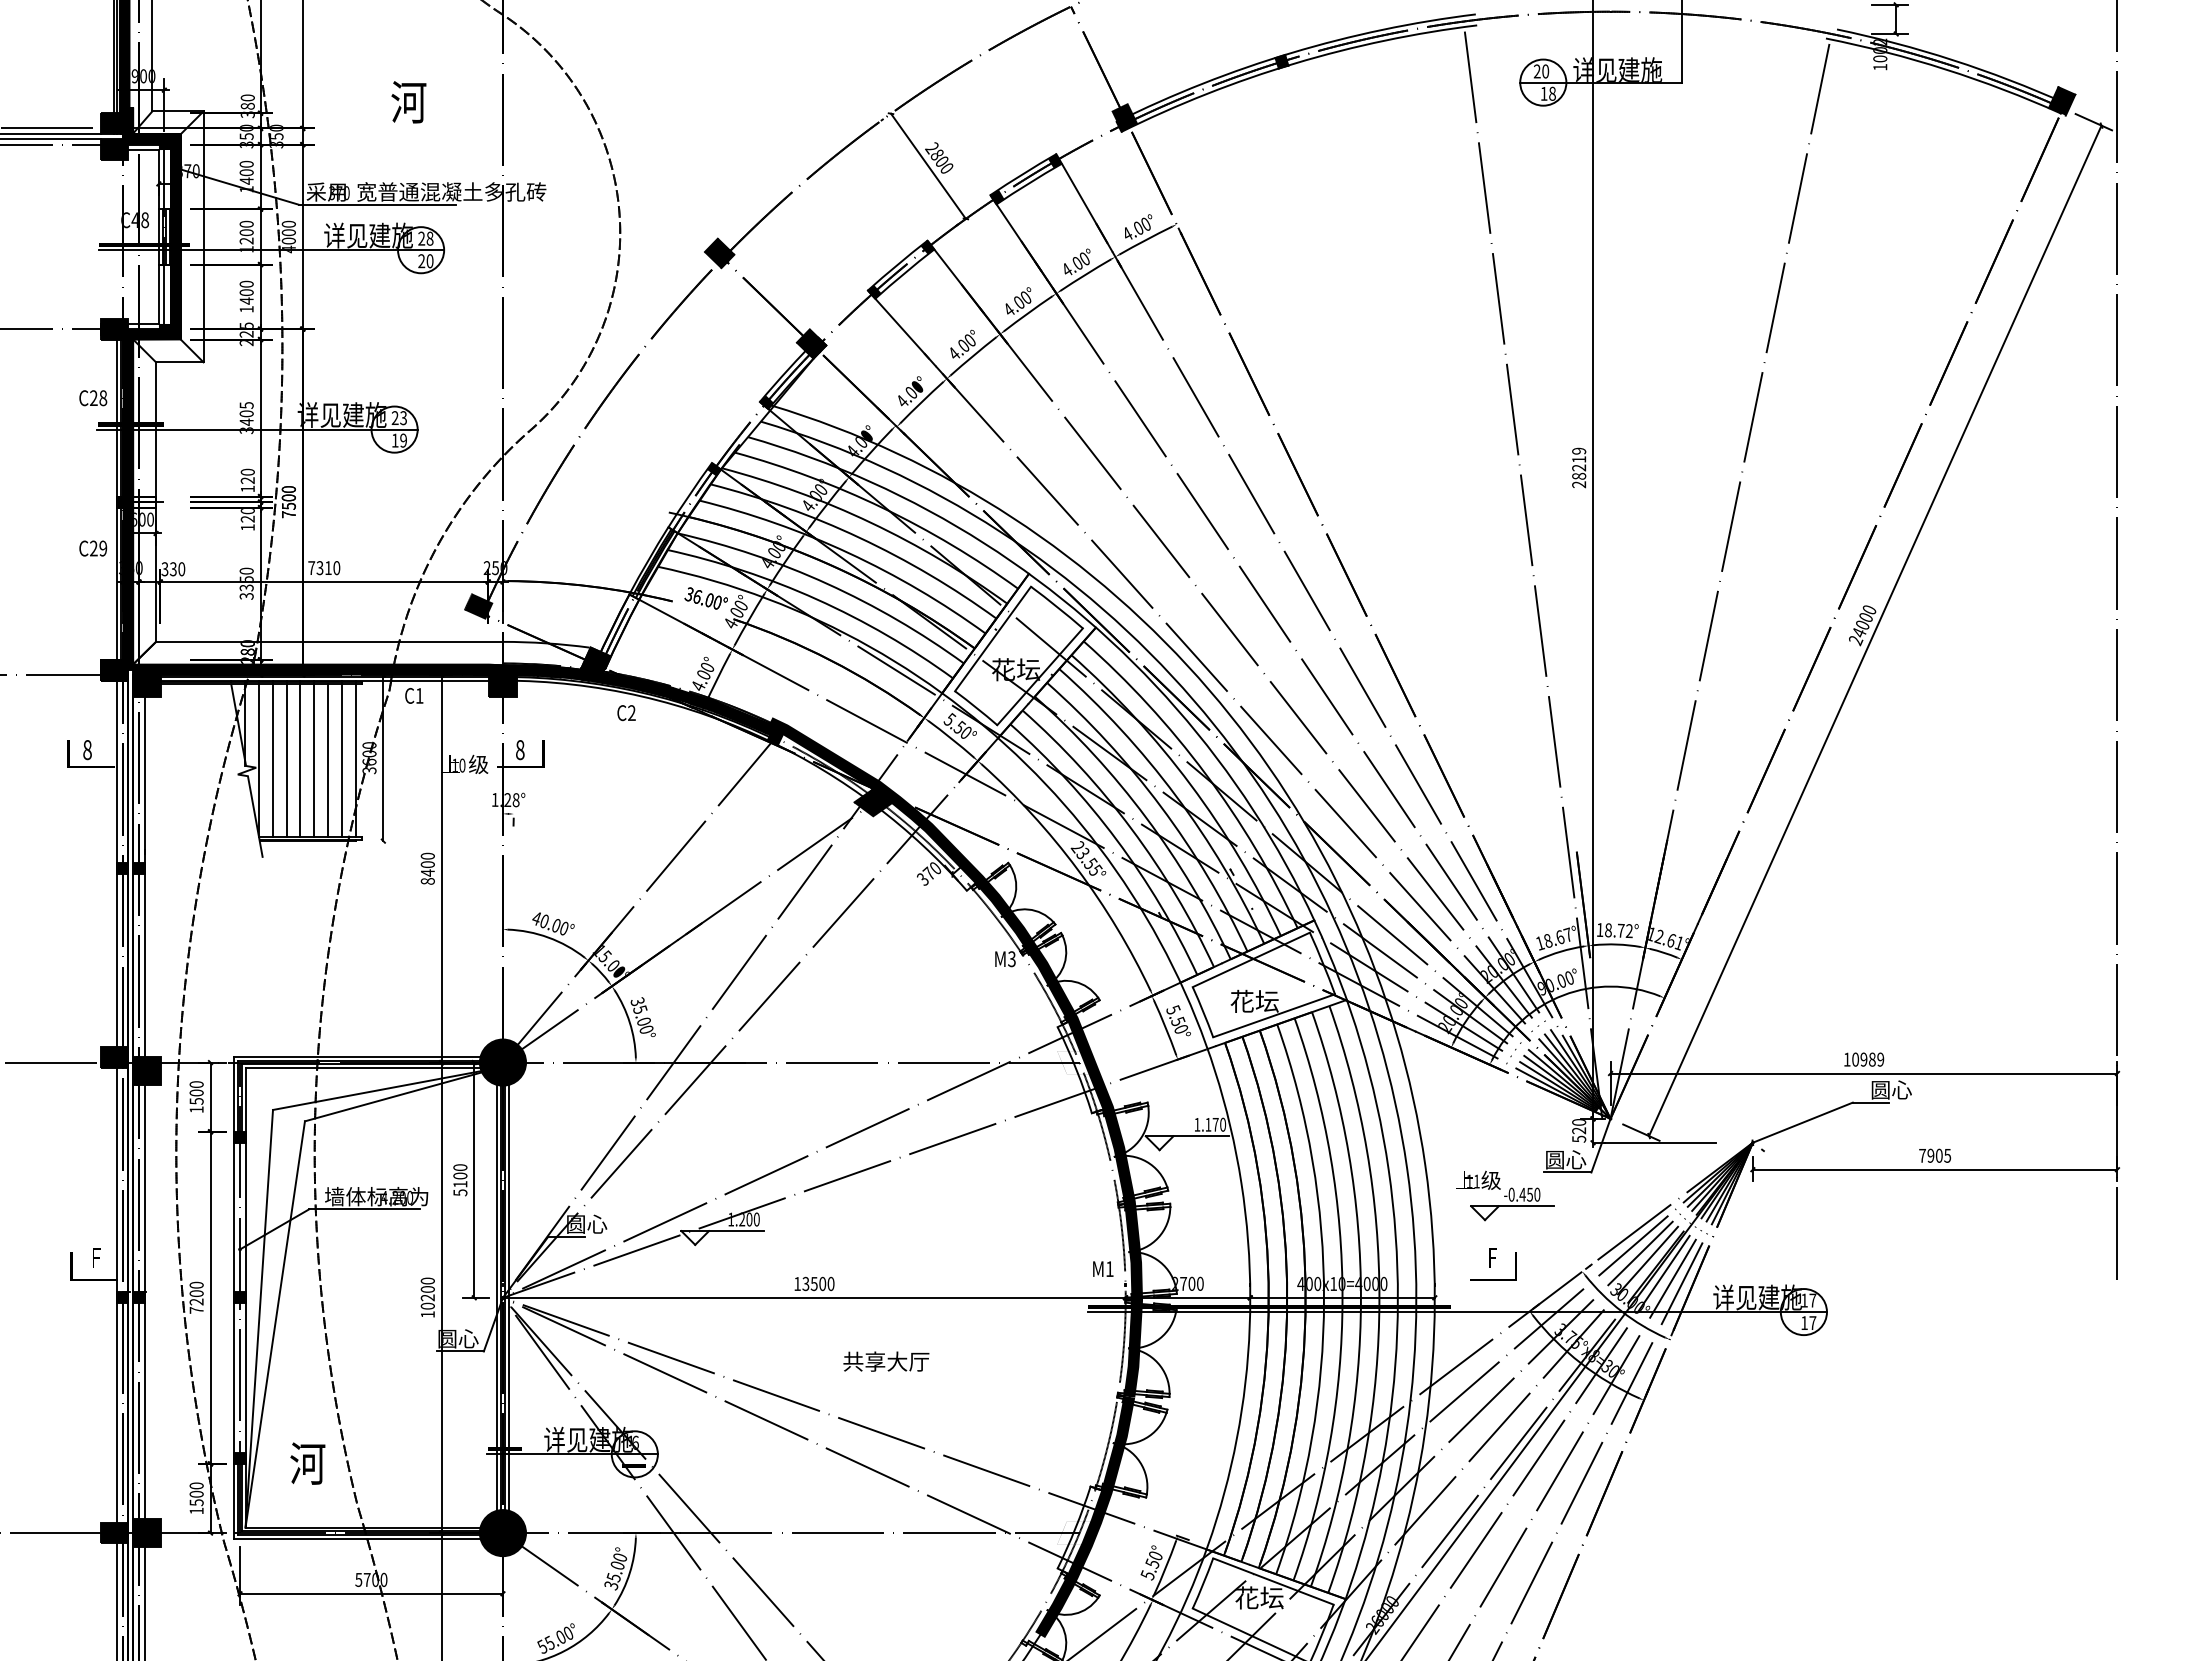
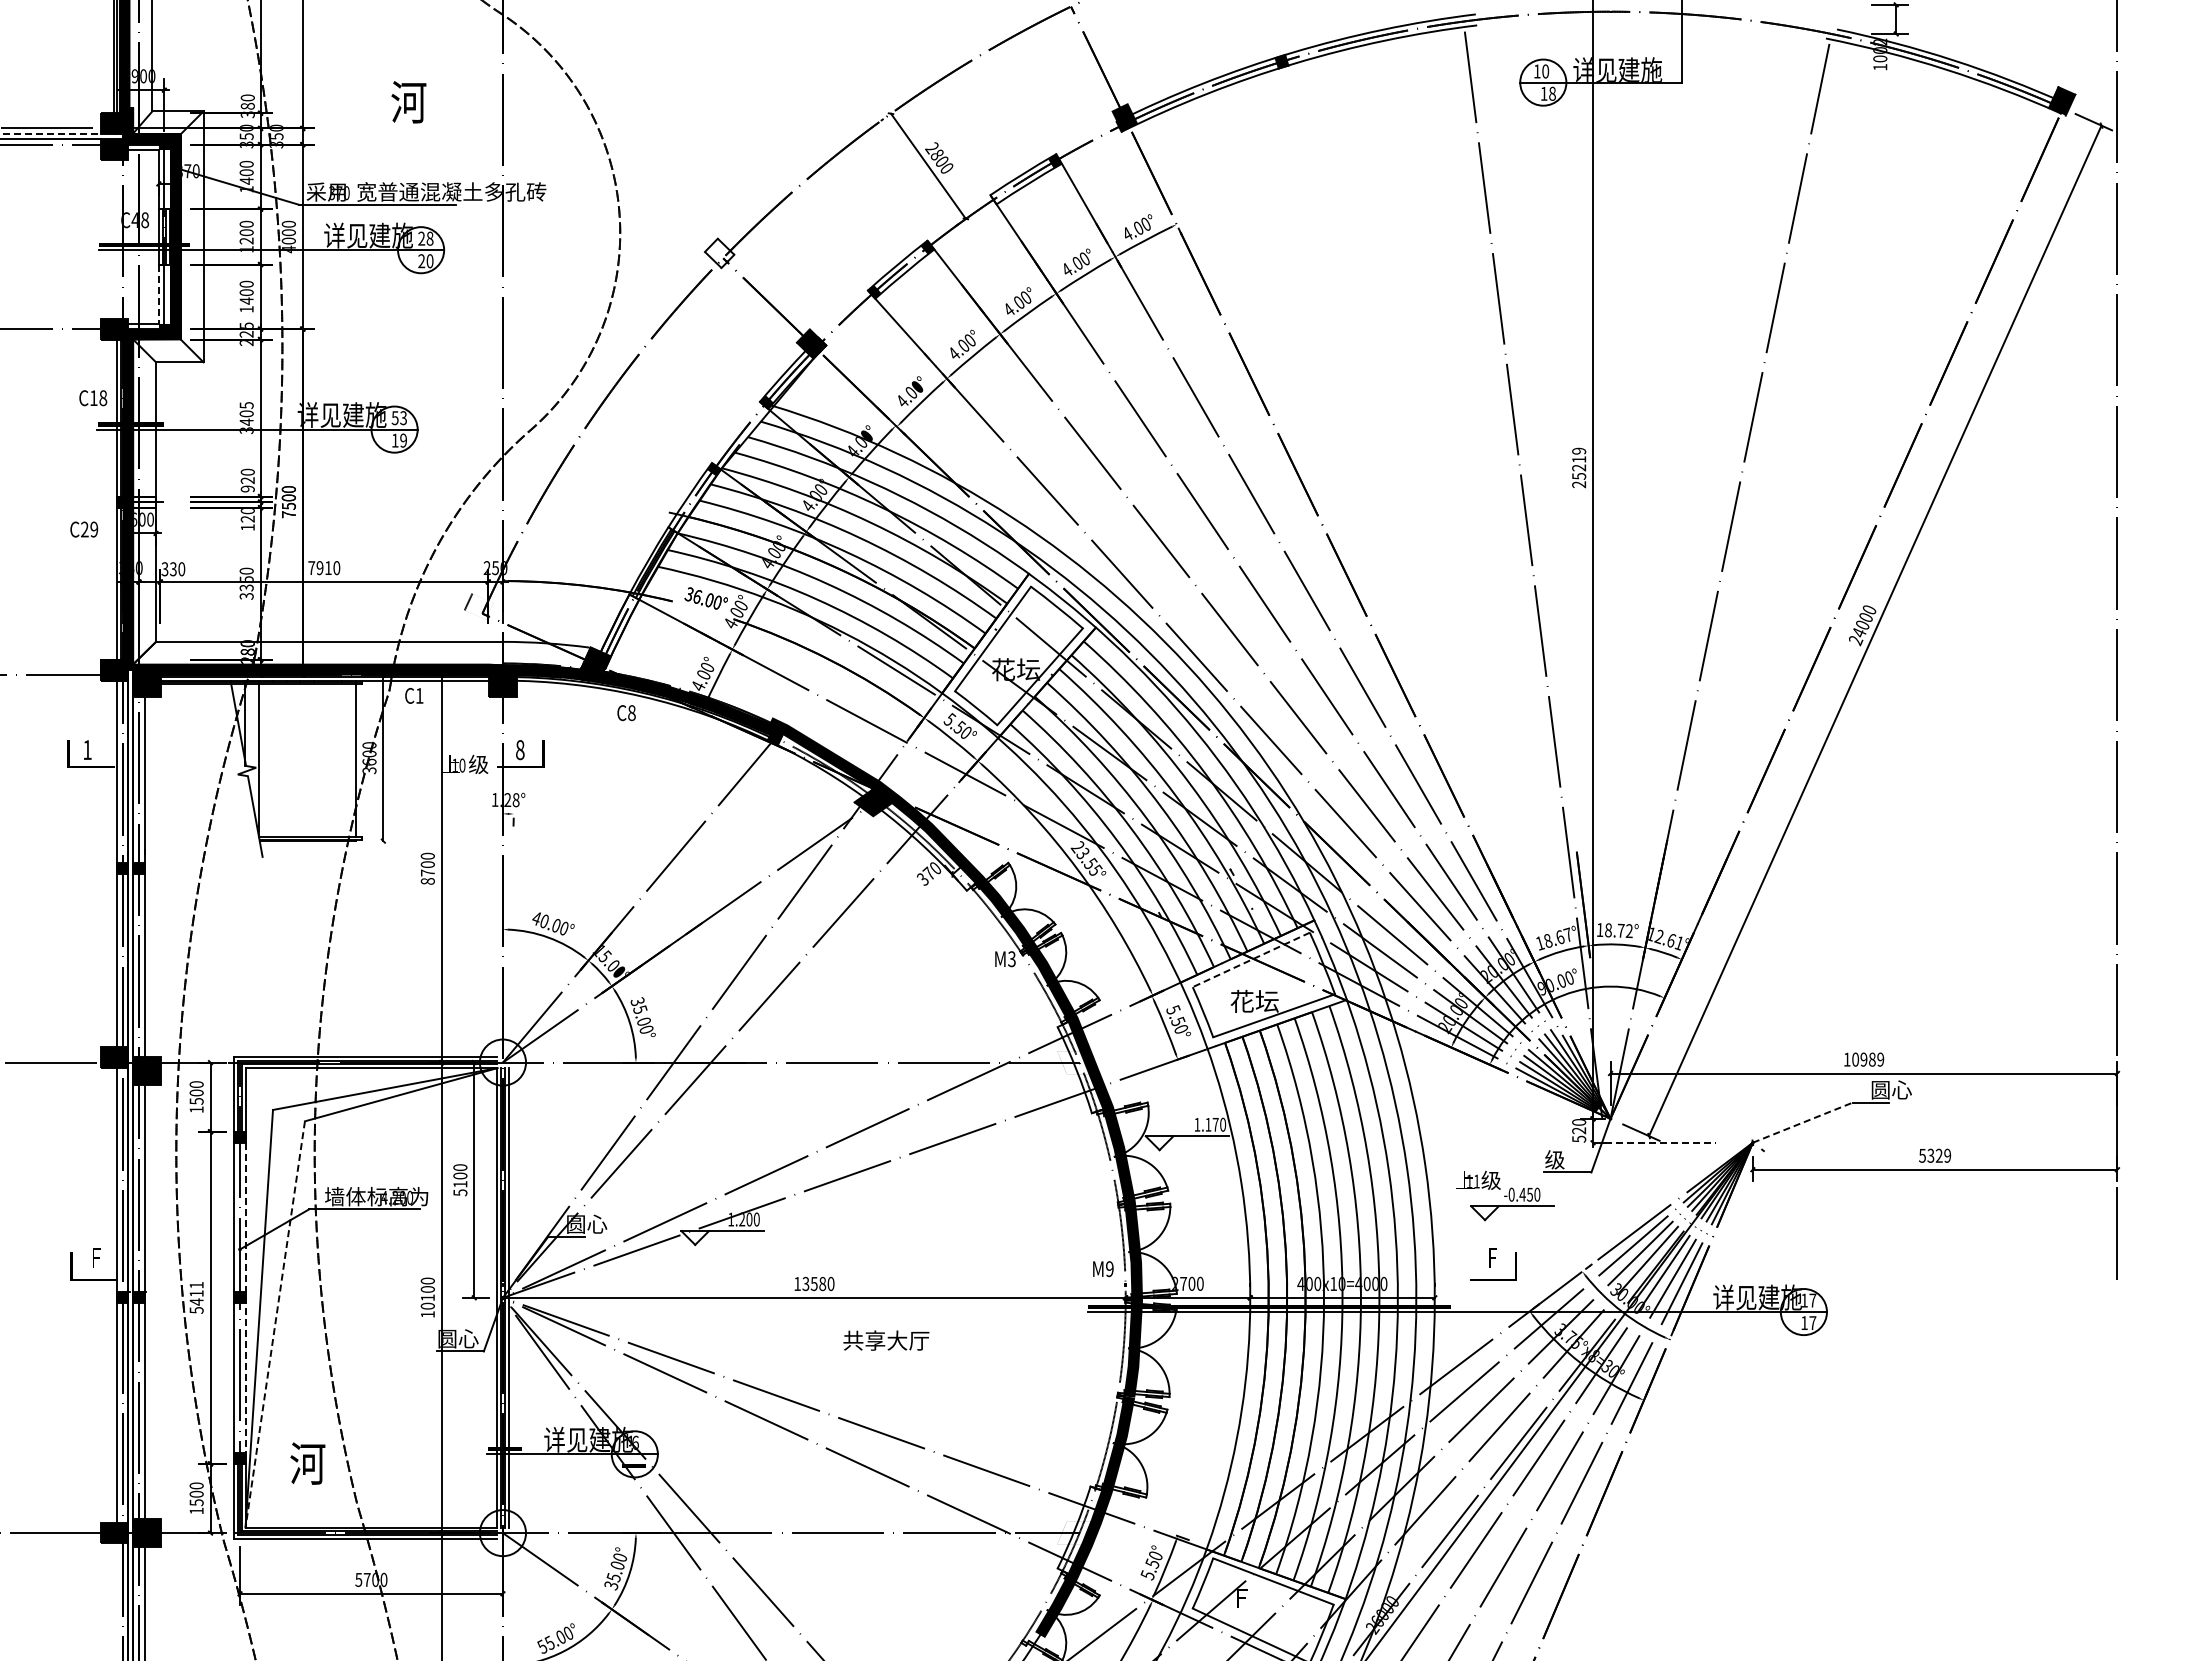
text at (1536, 71): 20 -> 10
line at (50, 134): solid -> dashed
fill at (997, 196): present -> none
fill at (719, 253): present -> none
line at (158, 294): solid -> dashed
text at (93, 397): C28 -> C18
text at (394, 418): 23 -> 53
text at (1579, 475): 28219 -> 25219
text at (247, 488): 120 -> 920
text at (93, 548) position: (93, 548) -> (84, 529)
text at (319, 568): 7310 -> 7910
fill at (478, 606): present -> none
text at (631, 713): C2 -> C8
text at (87, 750): 8 -> 1
line at (272, 760): present -> none
line at (286, 760): present -> none
line at (300, 760): present -> none
line at (314, 760): present -> none
line at (328, 760): present -> none
line at (341, 760): present -> none
text at (427, 872): 8400 -> 8700
line at (1251, 959): solid -> dashed
fill at (502, 1062): present -> none
line at (1802, 1122): solid -> dashed
line at (1660, 1142): solid -> dashed
text at (1935, 1155): 7905 -> 5329
text at (1565, 1159): 圆心 -> 级
text at (1109, 1269): M1 -> M9
text at (822, 1283): 13500 -> 13580
text at (196, 1297): 7200 -> 5411
text at (427, 1297): 10200 -> 10100
line at (245, 1298): solid -> dashed
line at (275, 1324): solid -> dashed
text at (886, 1361) position: (886, 1361) -> (886, 1340)
fill at (502, 1533): present -> none
text at (1259, 1597): 花坛 -> F
line at (117, 1600): present -> none
